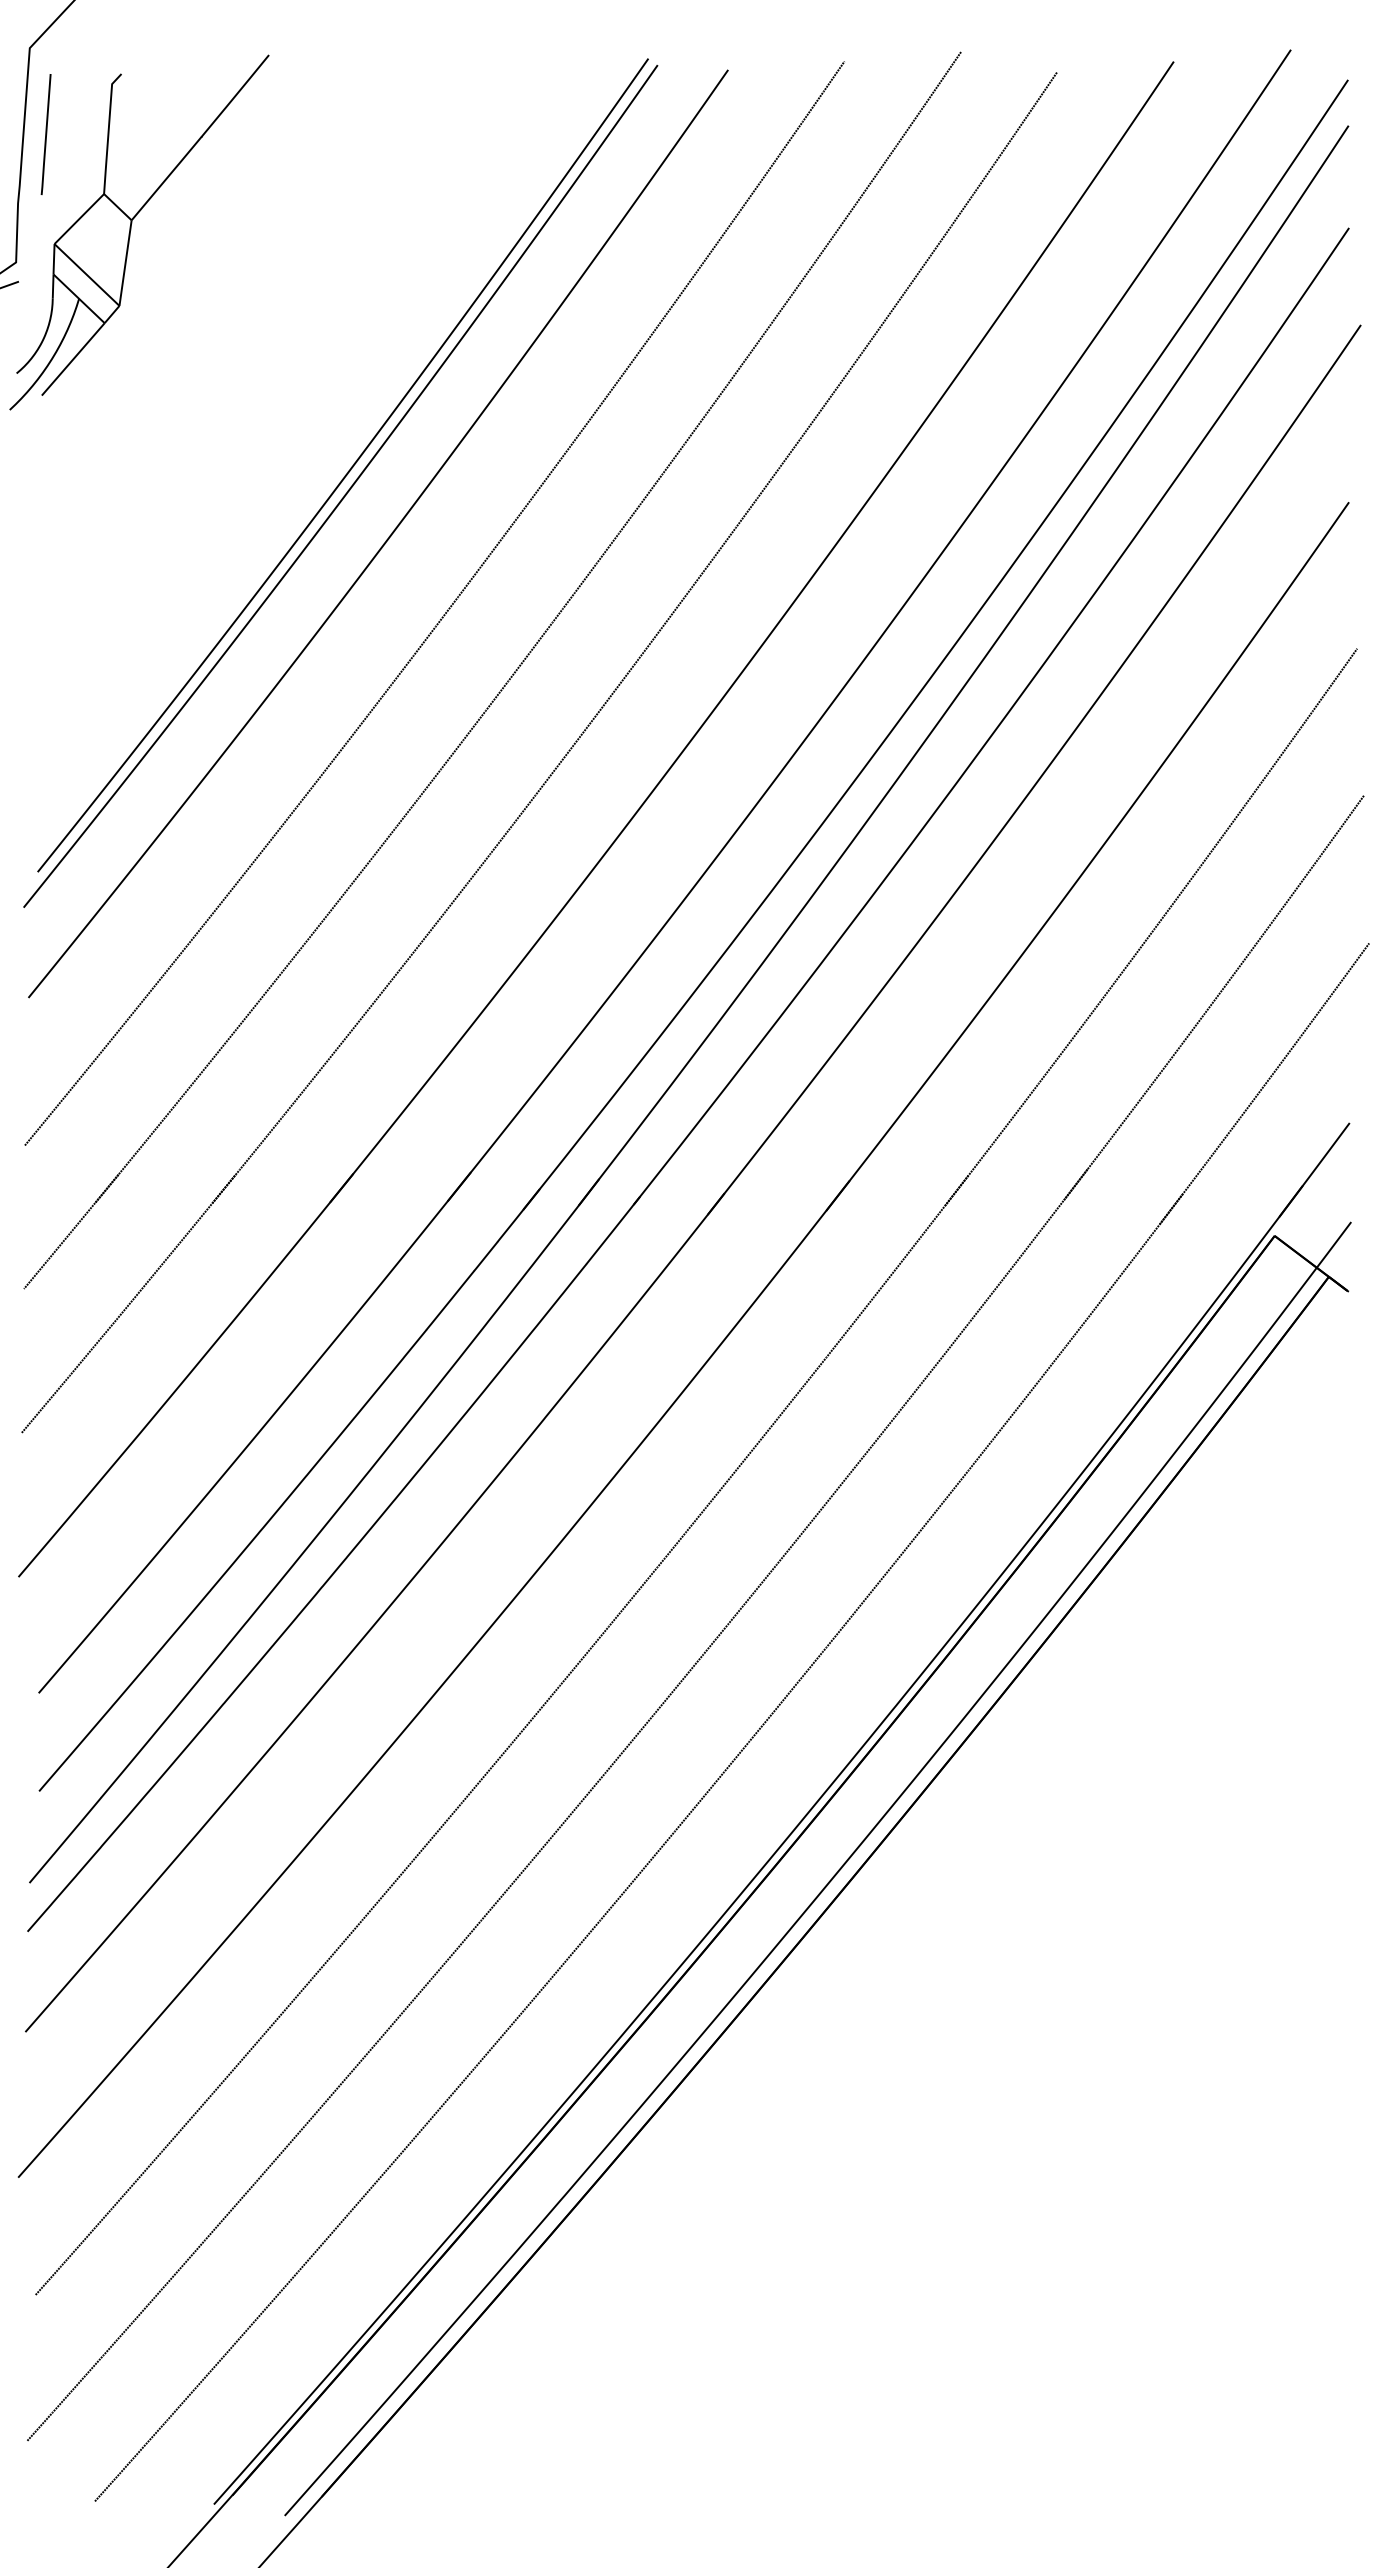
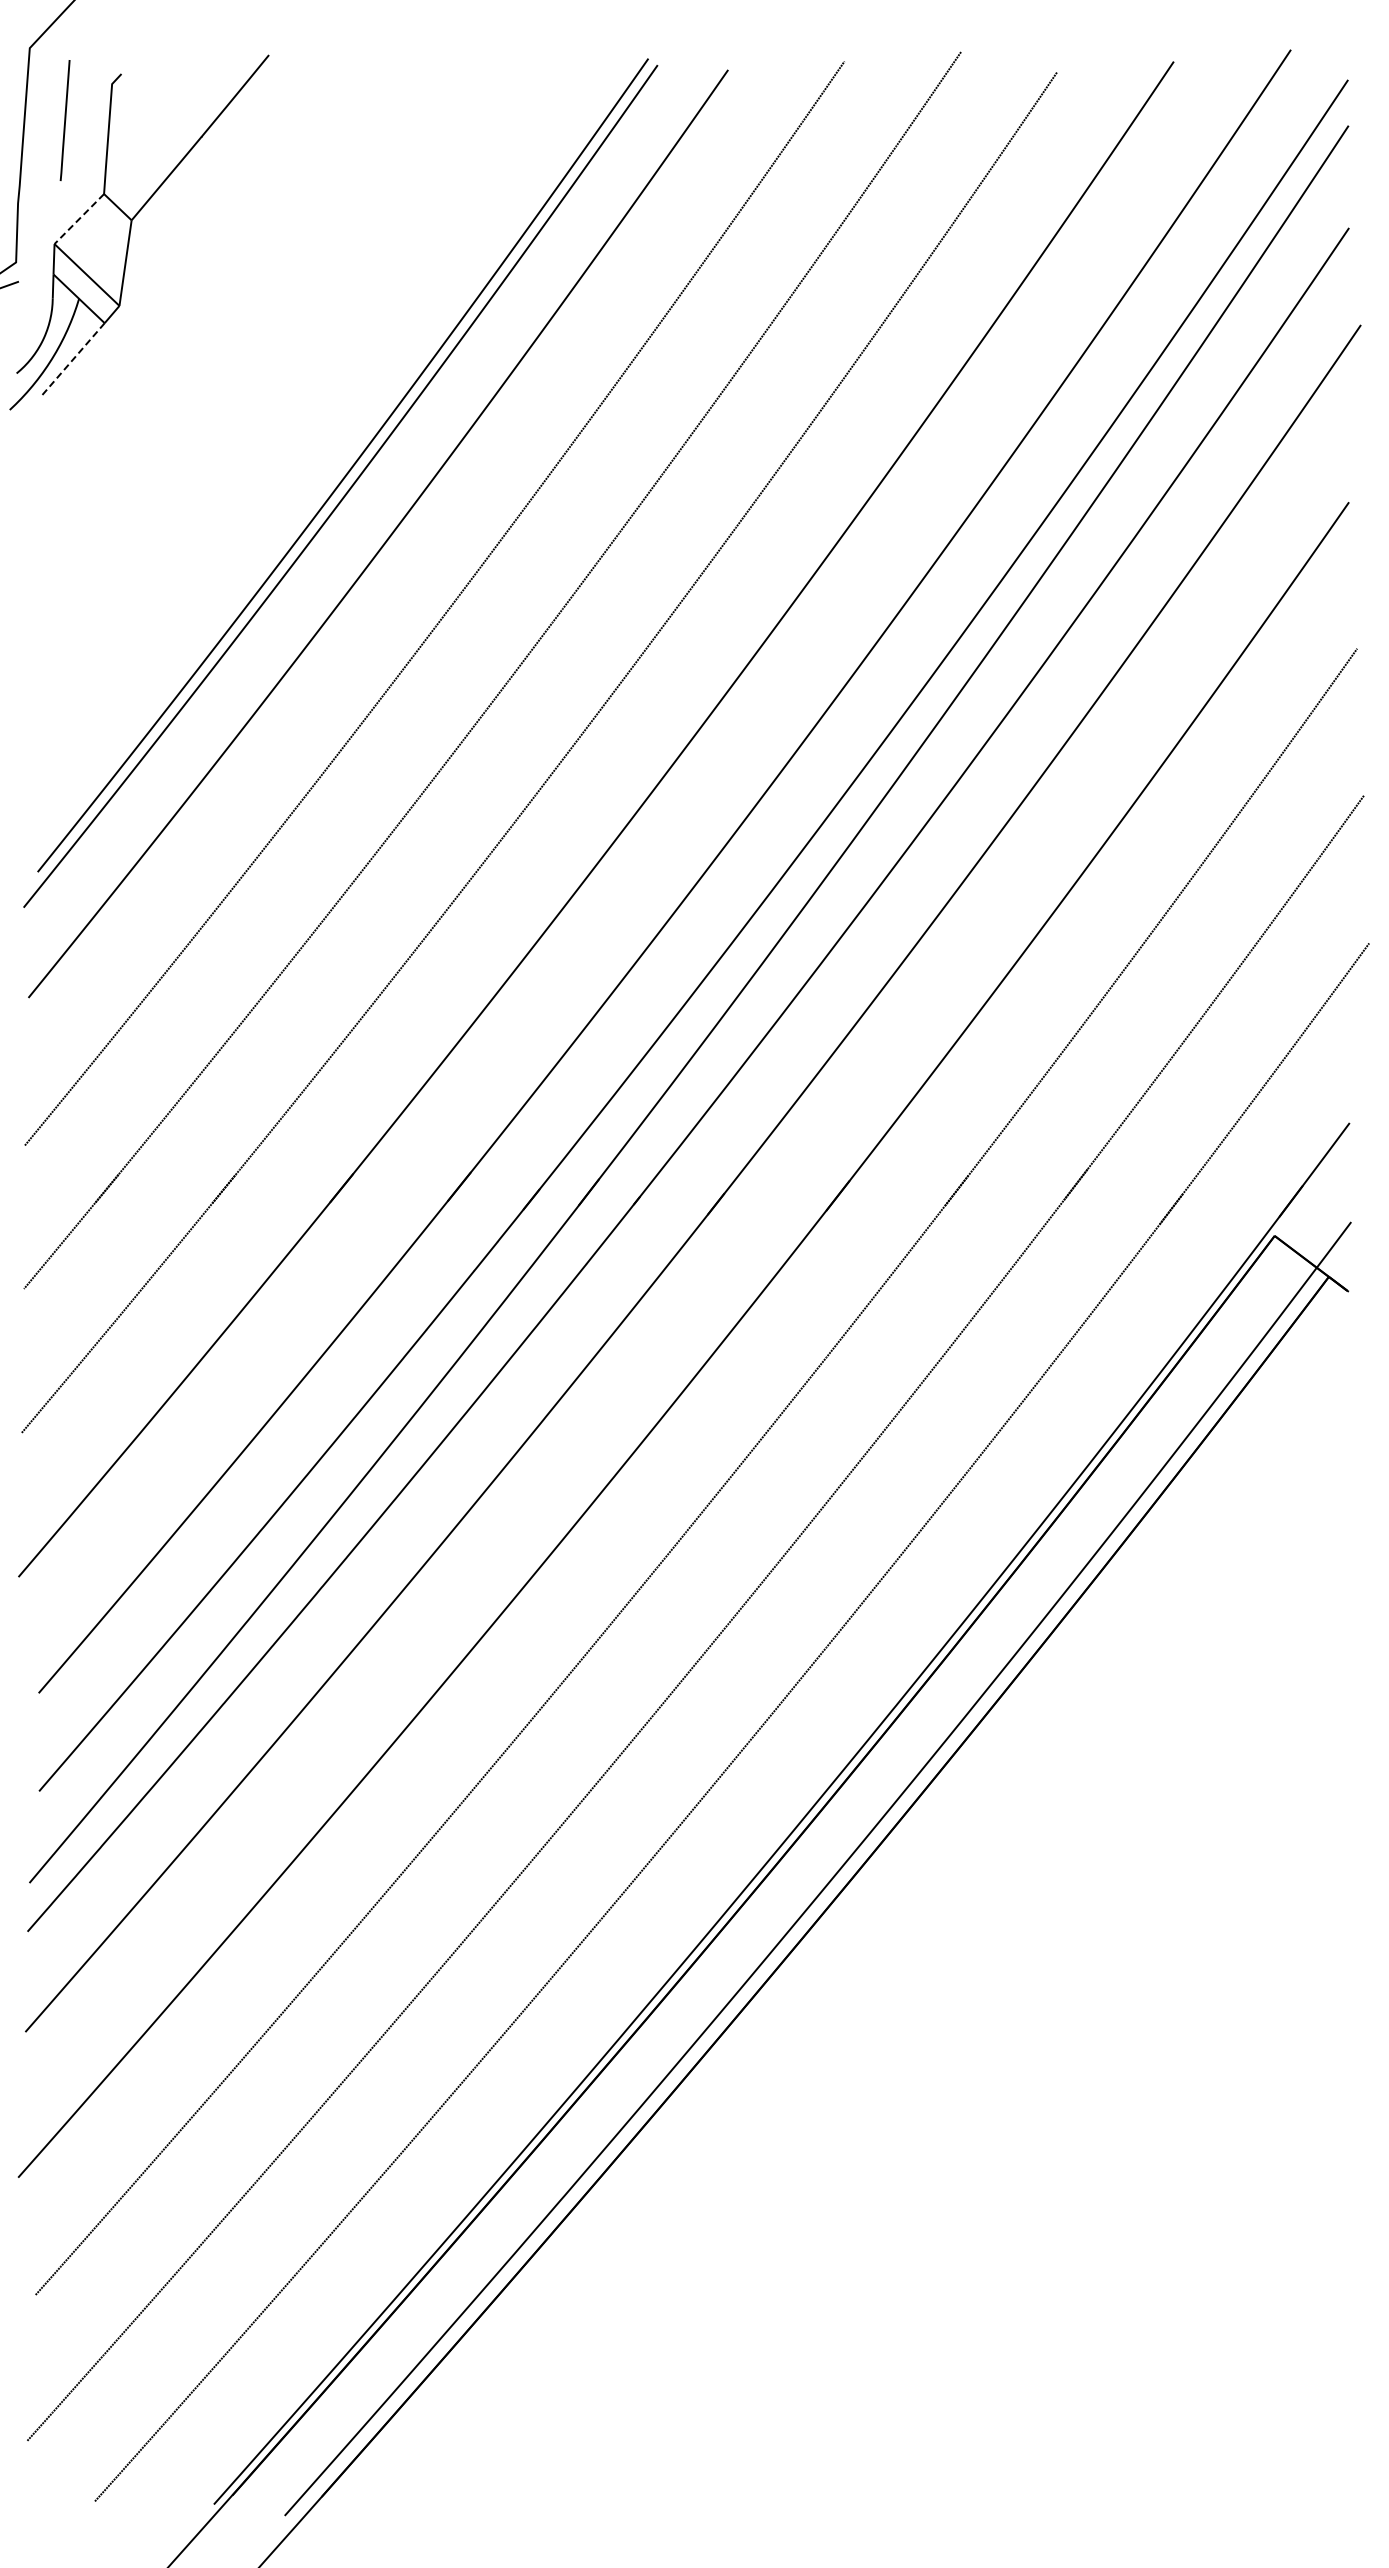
line at (45, 134) position: (45, 134) -> (64, 120)
line at (78, 219): solid -> dashed
line at (73, 359): solid -> dashed
